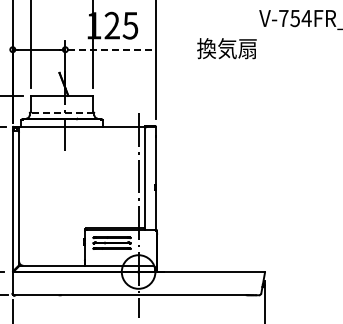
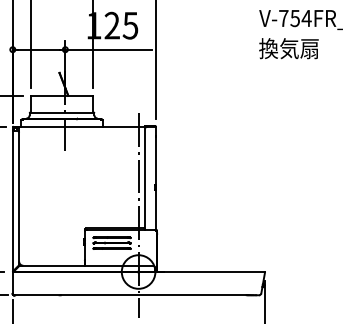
text at (226, 48) position: (226, 48) -> (288, 48)
line at (108, 49): dashed -> solid
line at (62, 112): dashed -> solid
